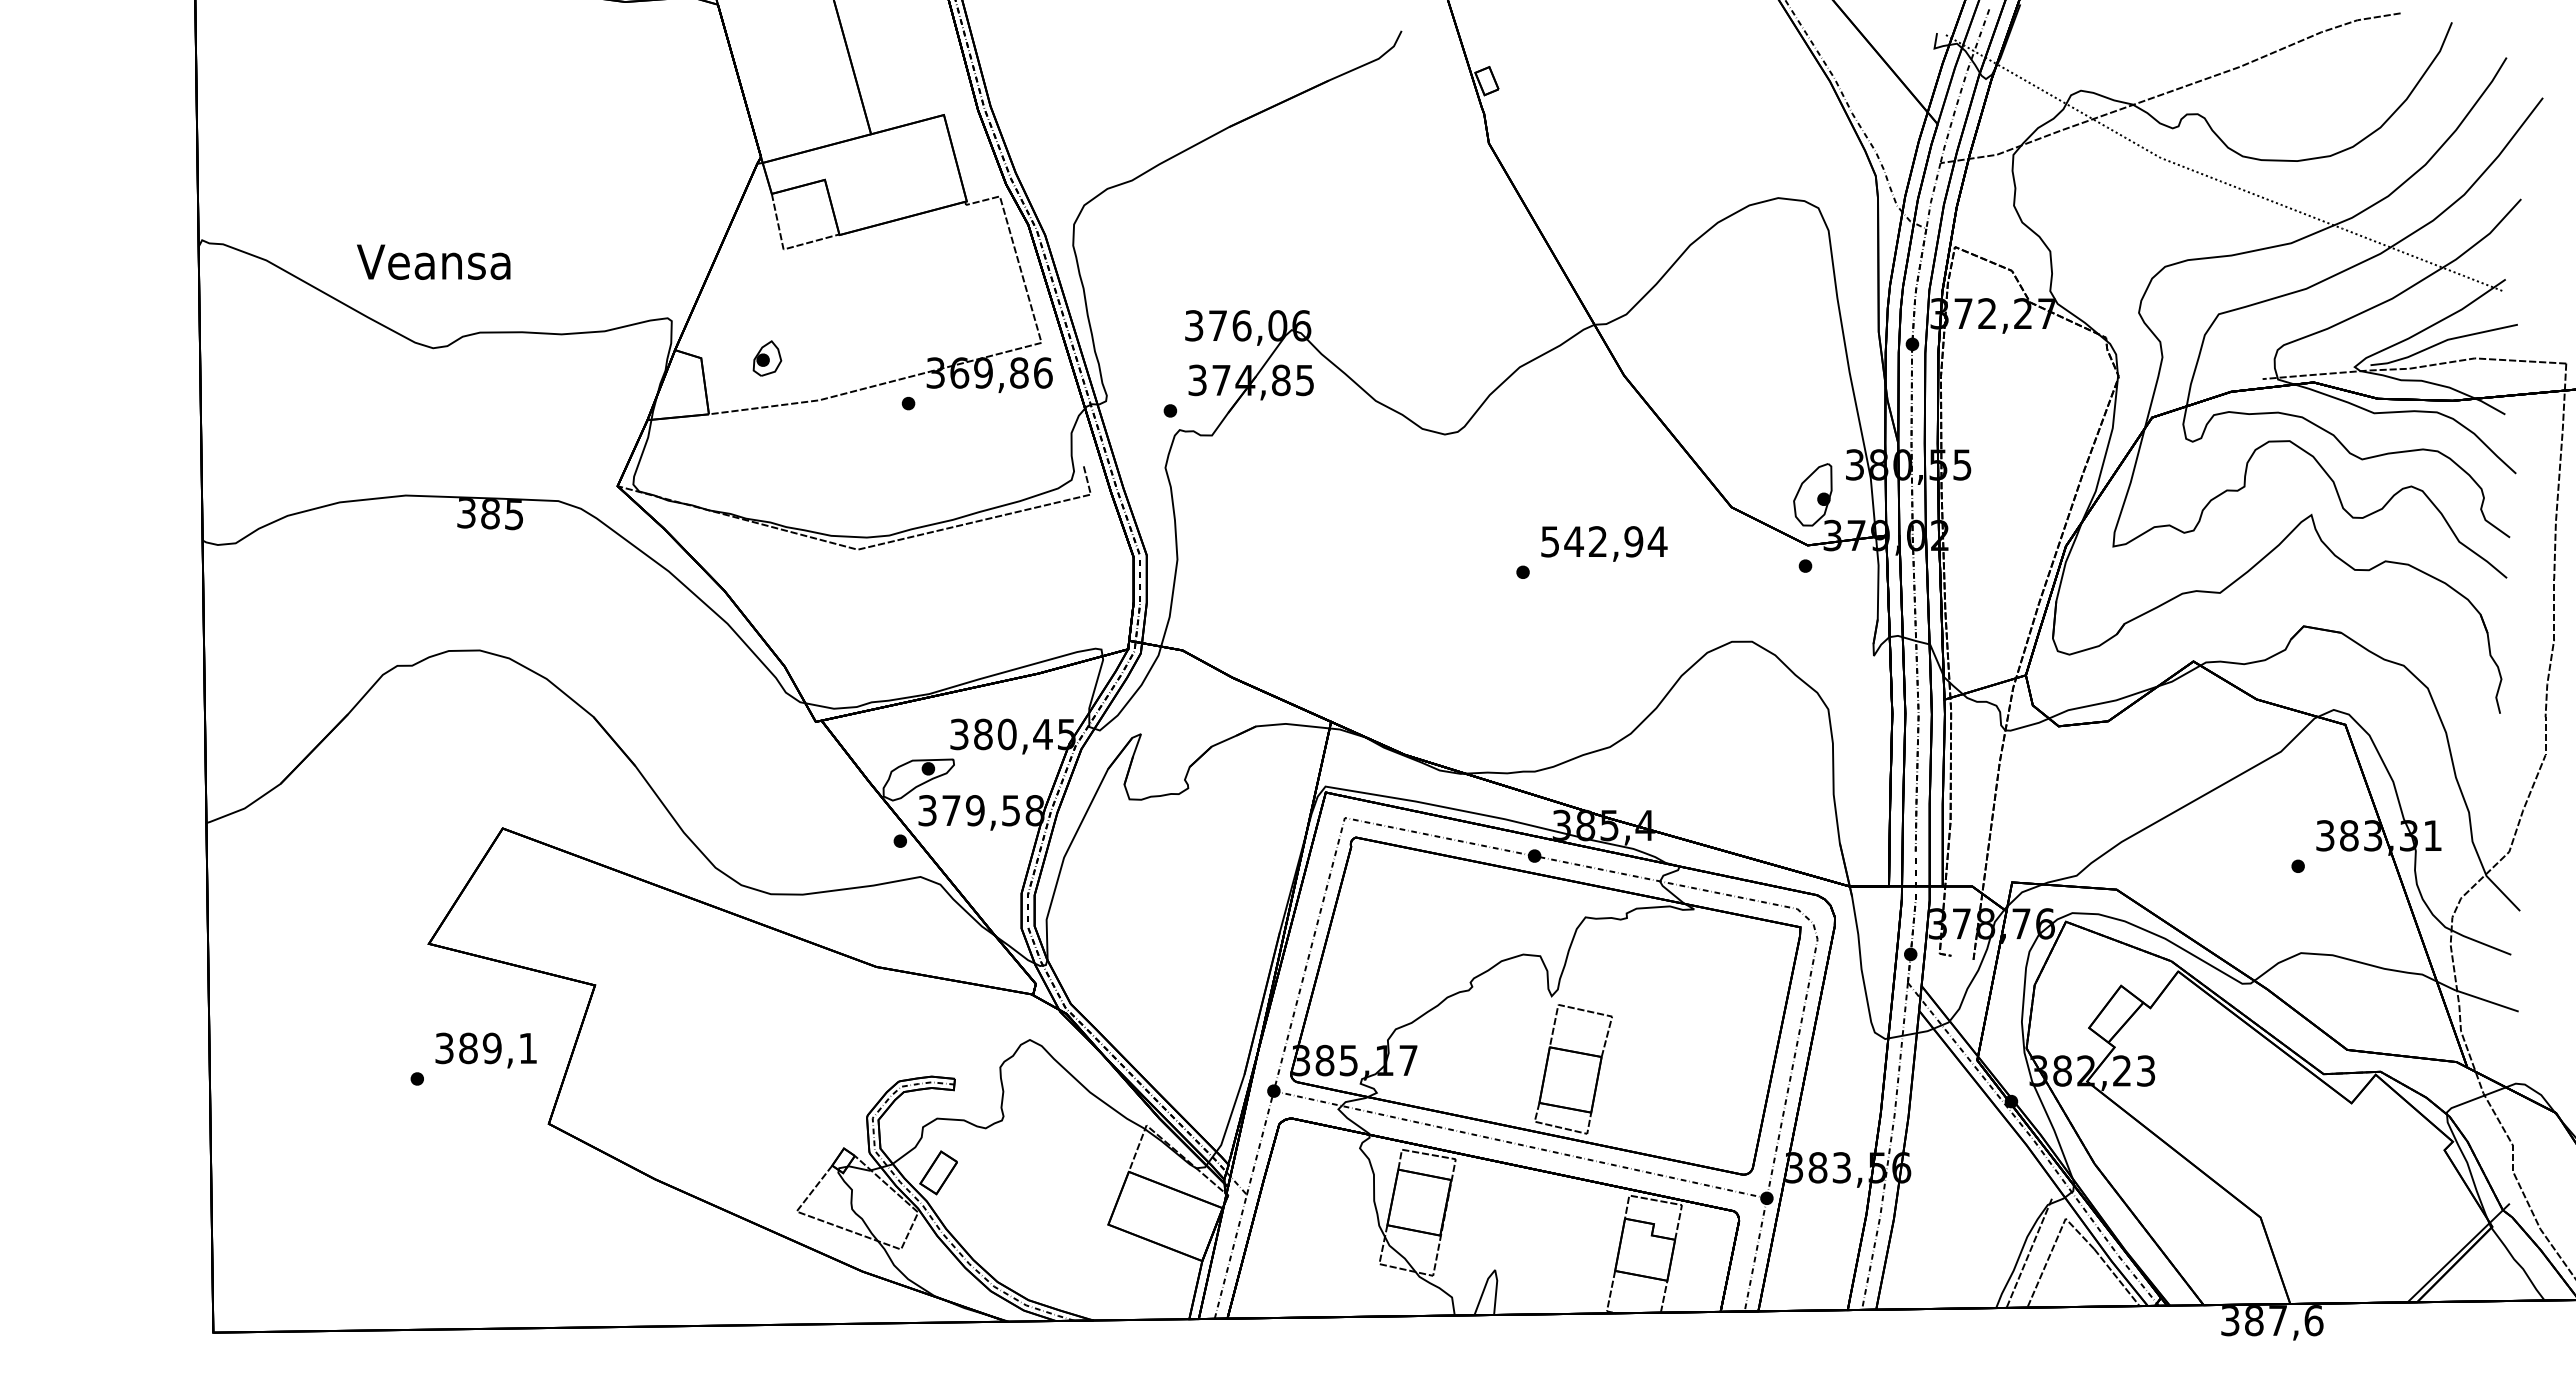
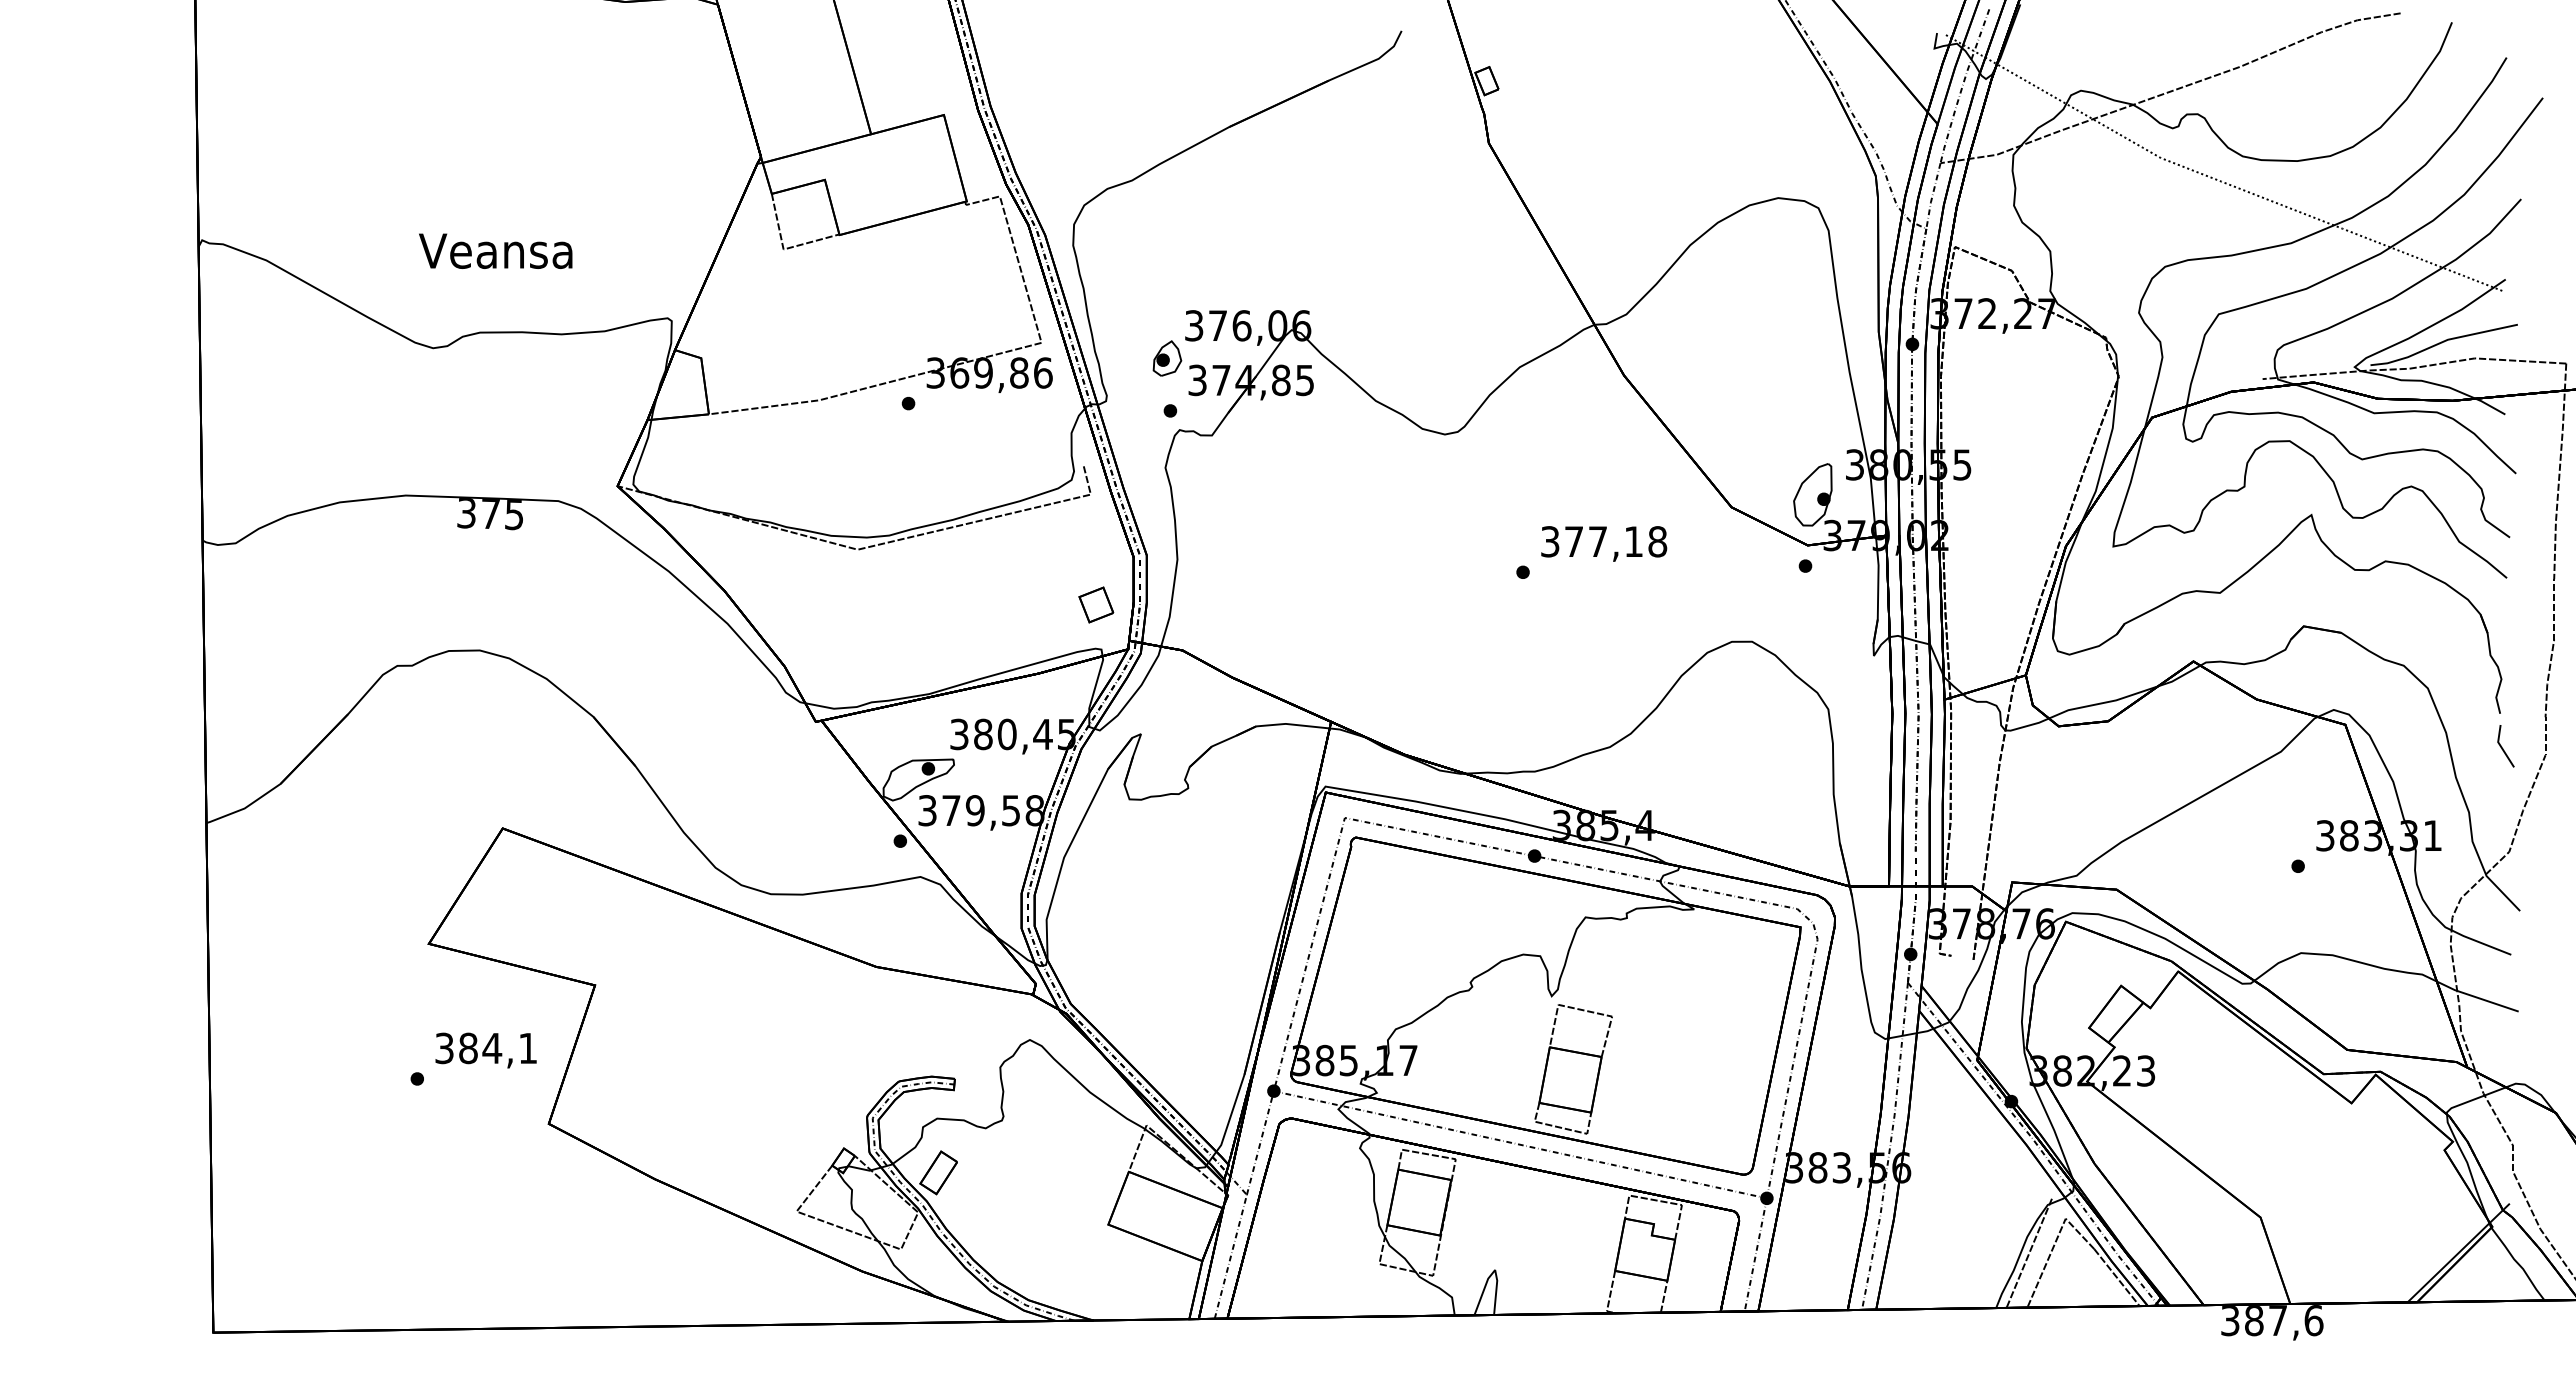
text at (433, 261) position: (433, 261) -> (495, 250)
part at (767, 358) position: (767, 358) -> (1167, 358)
text at (490, 514): 385 -> 375
text at (1604, 541): 542,94 -> 377,18
part at (1096, 604): none -> present
line at (2503, 748): none -> present
text at (492, 1048): 389,1 -> 384,1
